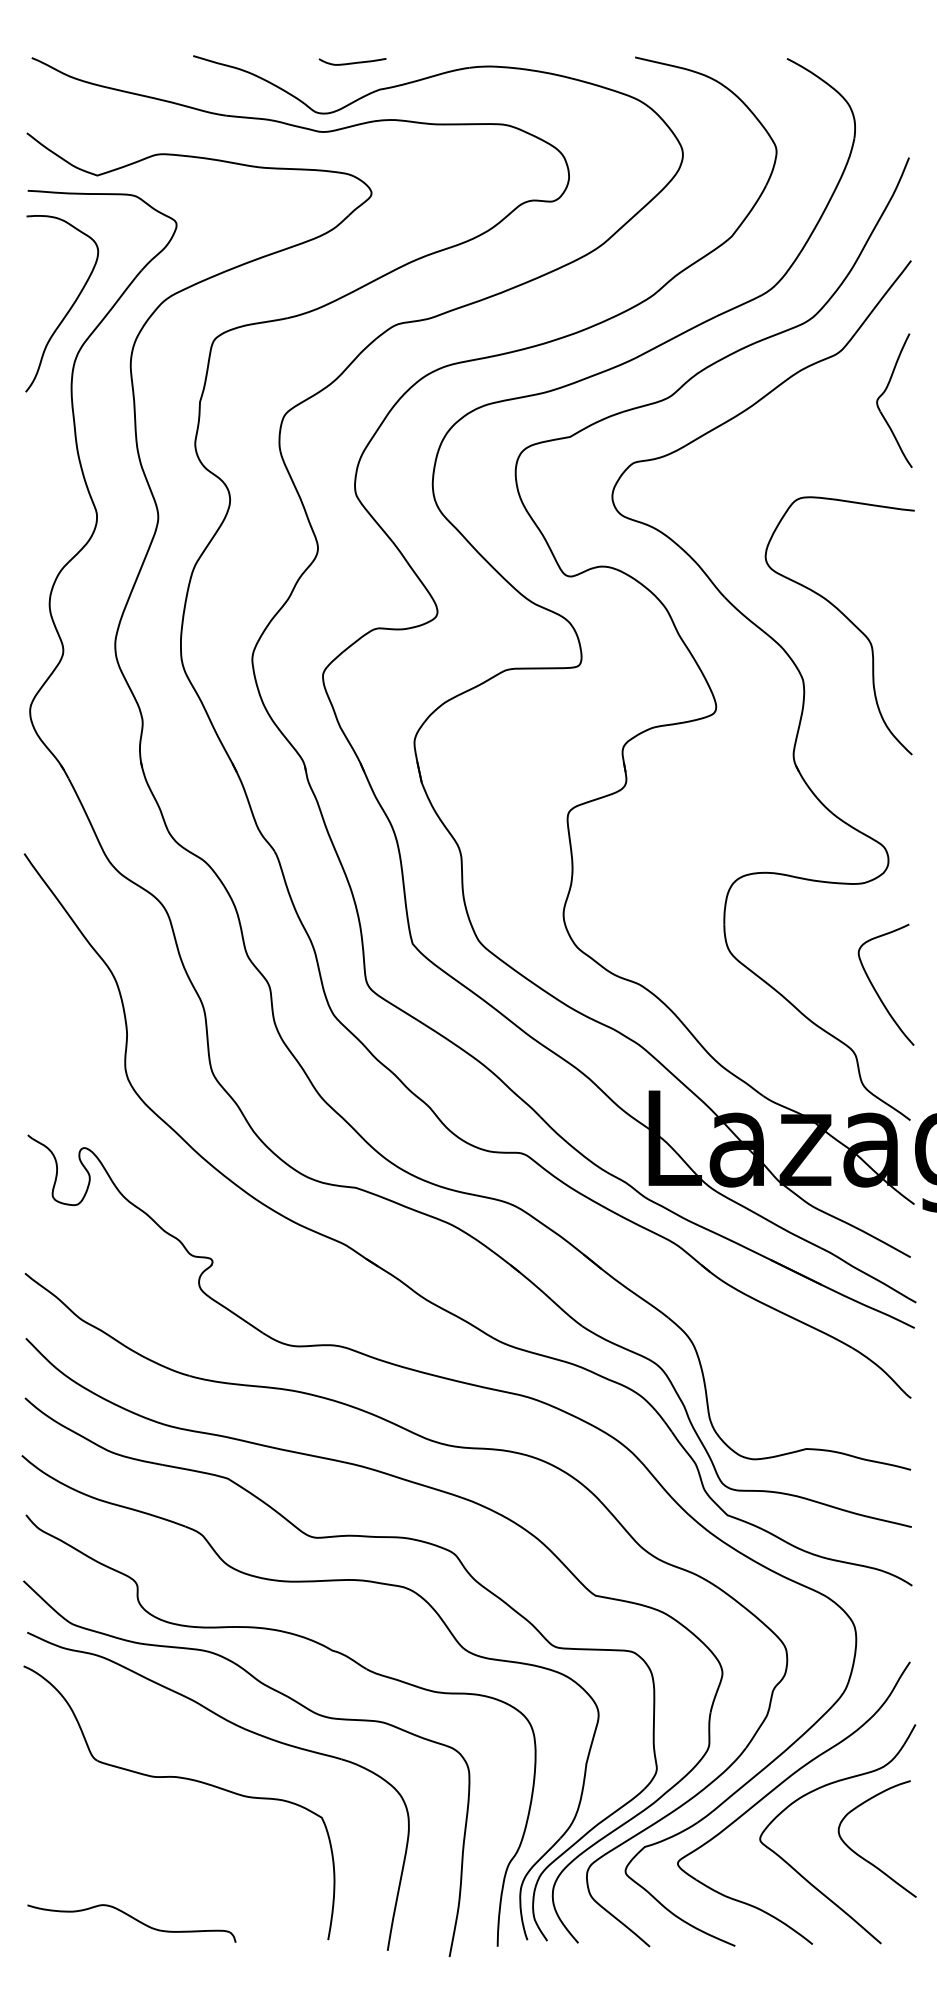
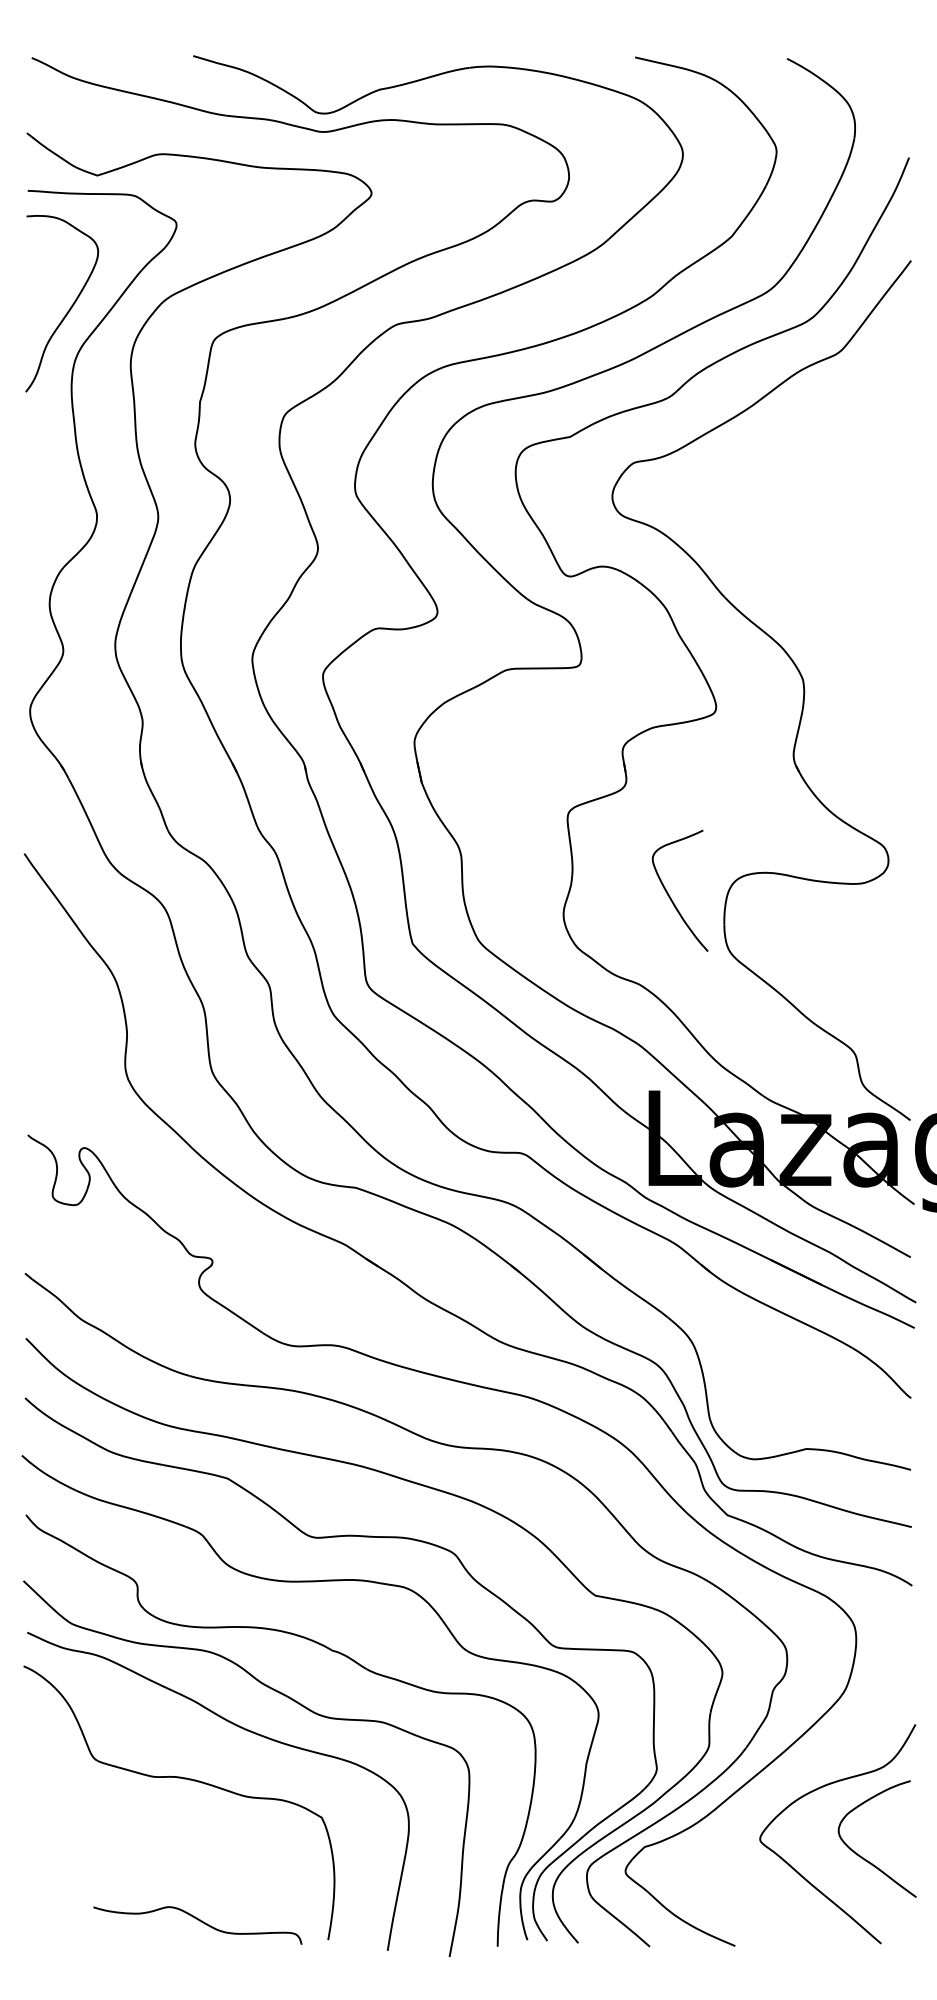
curve at (352, 62): present -> none
part at (884, 393): present -> none
curve at (846, 618): present -> none
curve at (875, 988) position: (875, 988) -> (669, 894)
part at (779, 1786): present -> none
part at (131, 1923) position: (131, 1923) -> (197, 1925)
